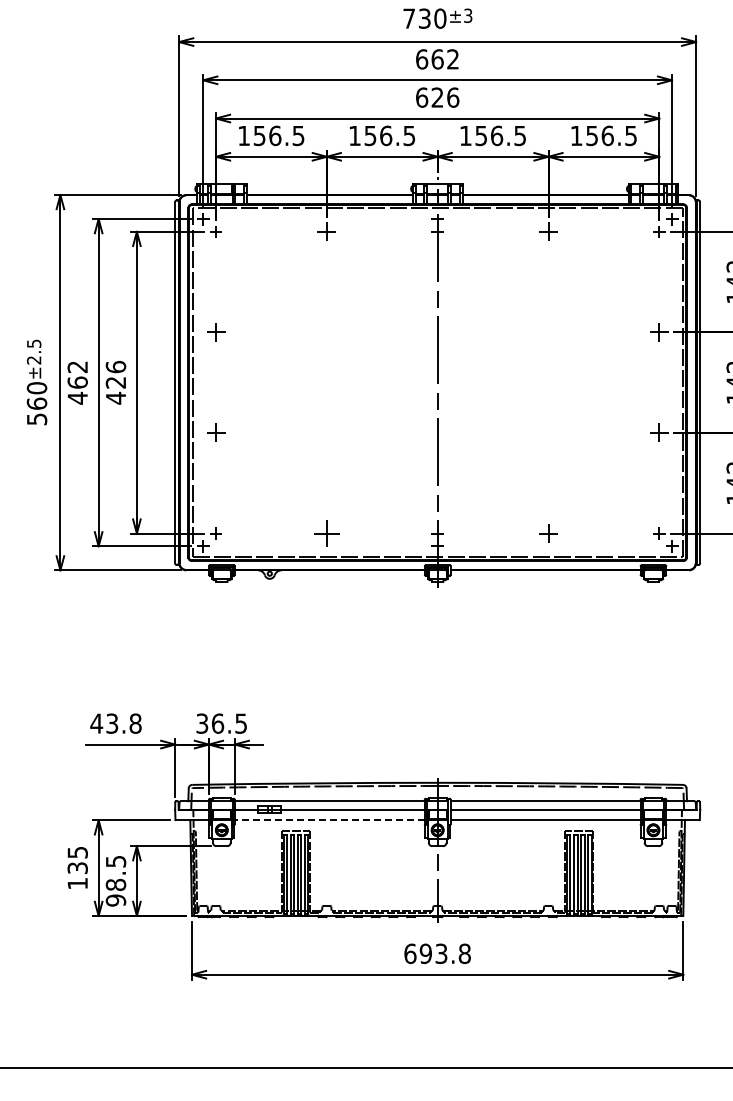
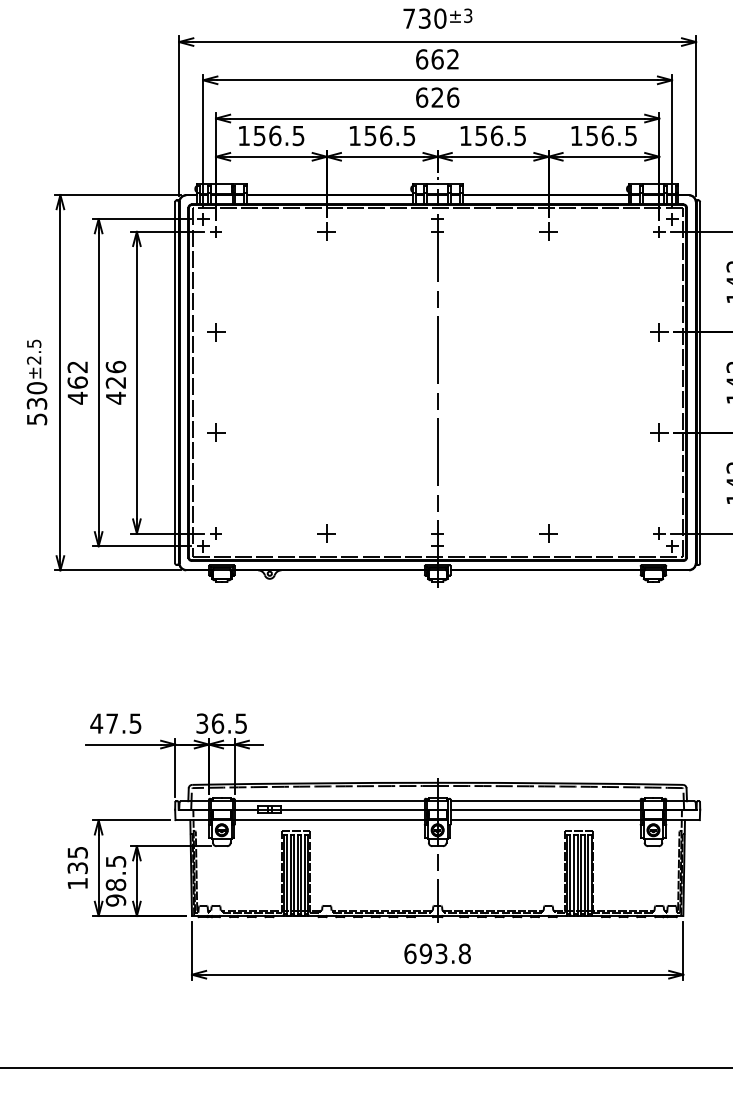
text at (36, 403): 560 -> 530
part at (326, 533) size: 26x27 px -> 19x19 px
text at (123, 723): 43.8 -> 47.5
line at (329, 820): dashed -> solid
